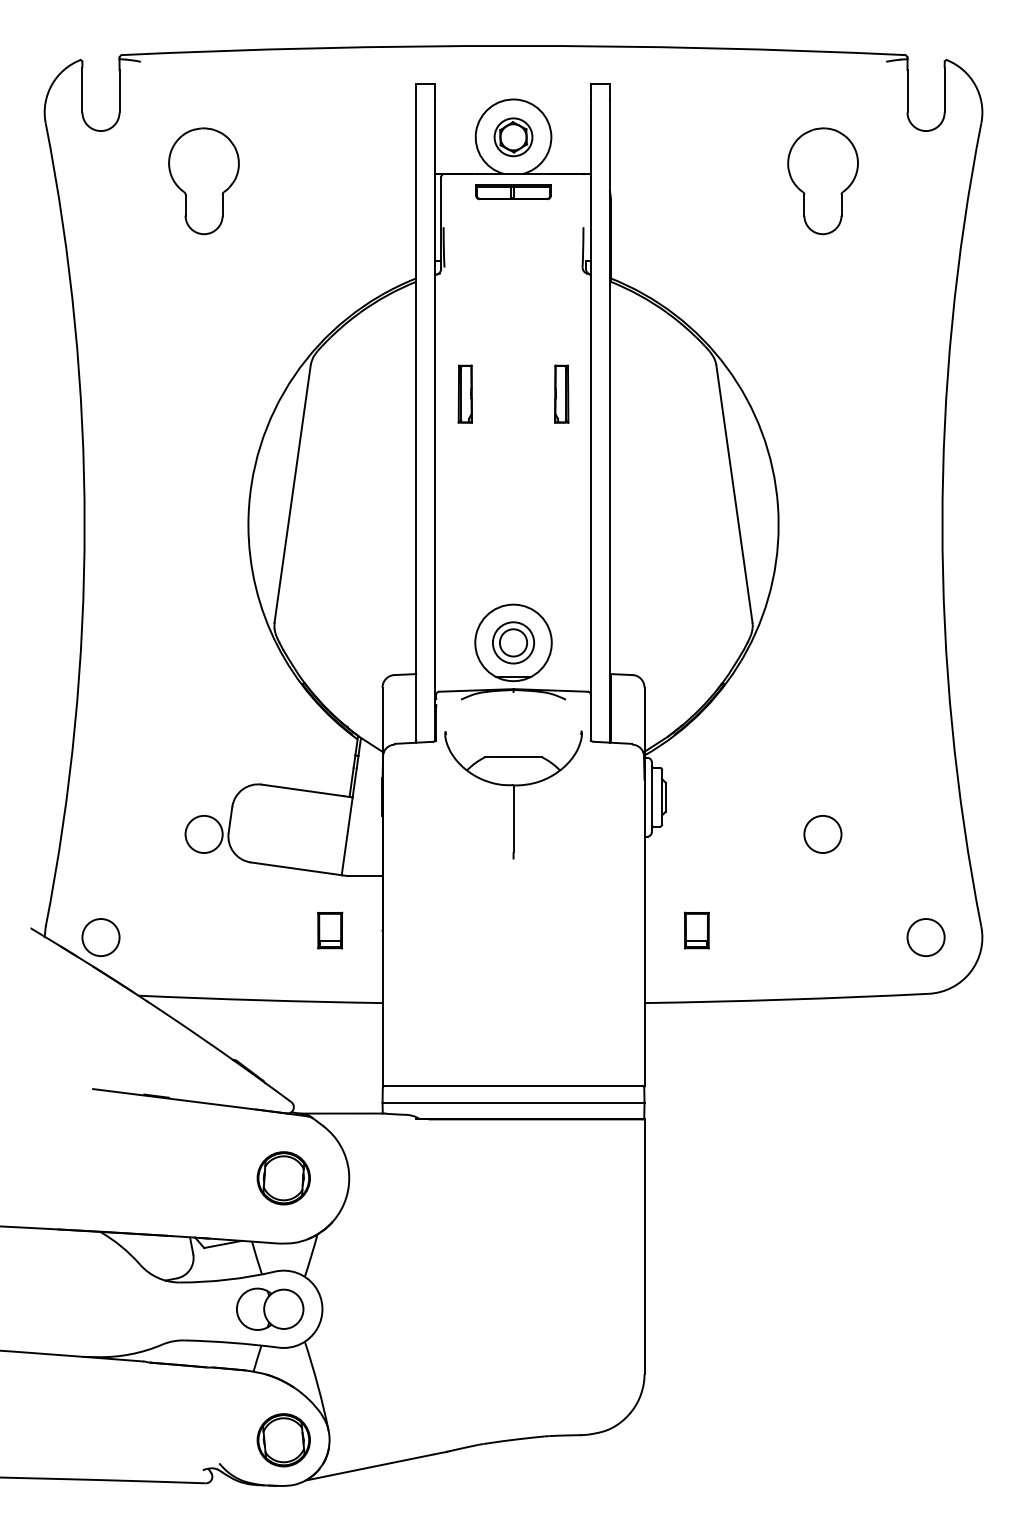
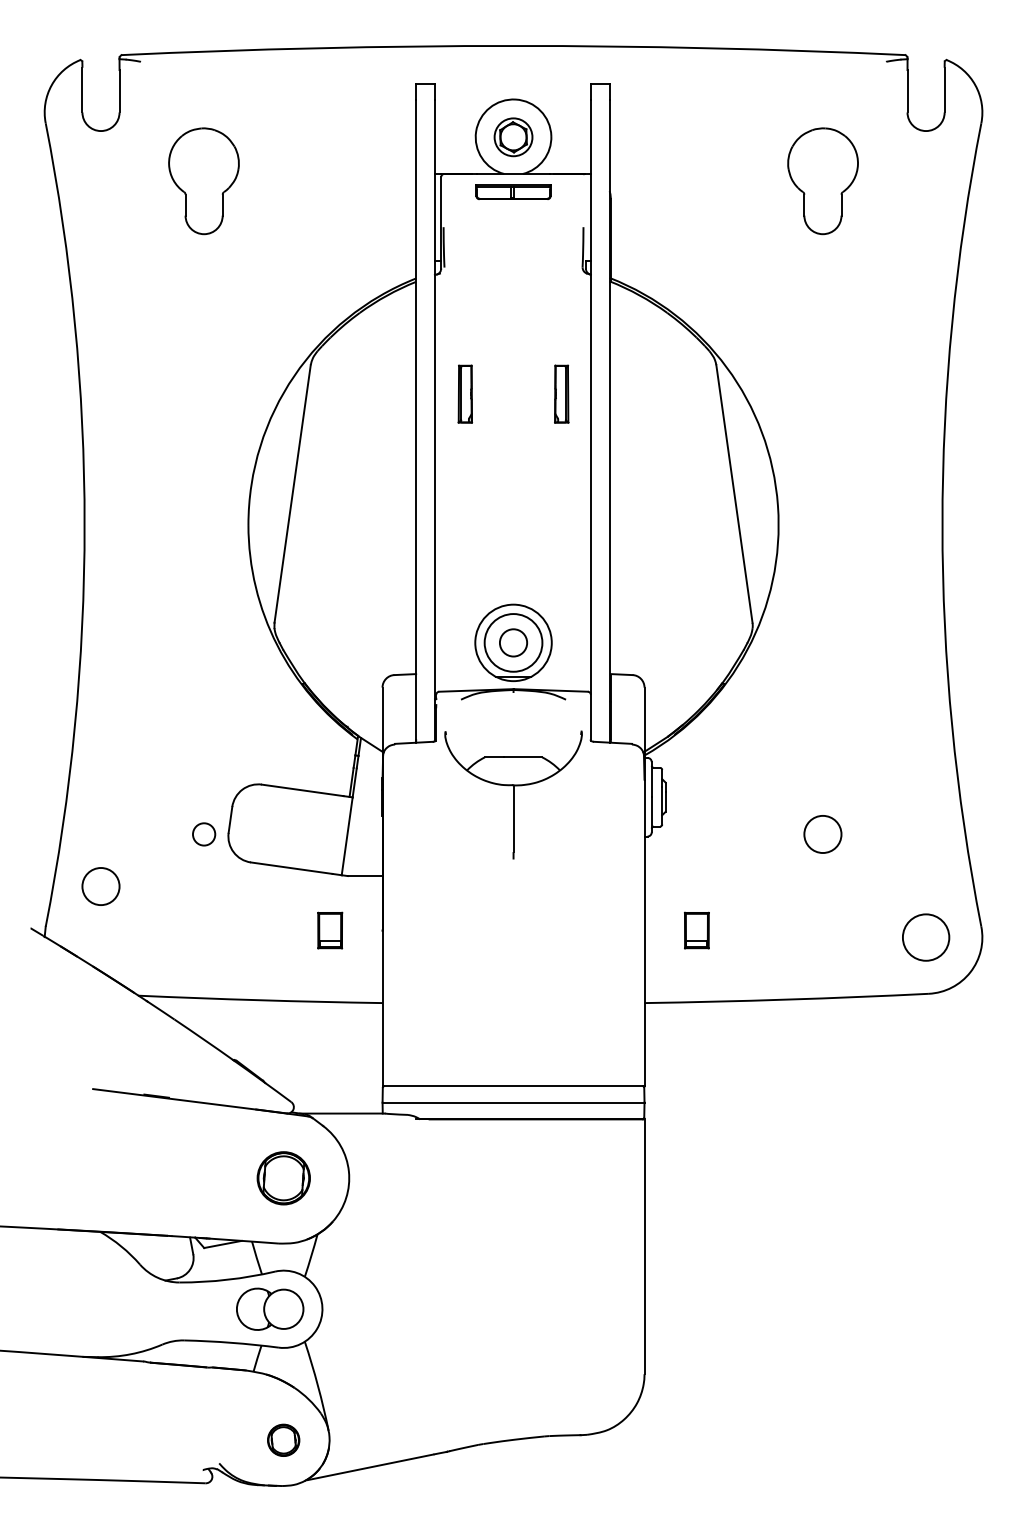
circle at (513, 642) diameter: 41 px -> 58 px
circle at (203, 834) diameter: 37 px -> 22 px
circle at (100, 937) position: (100, 937) -> (100, 886)
circle at (925, 937) size: 40x39 px -> 49x49 px
part at (283, 1440) size: 55x55 px -> 34x34 px
